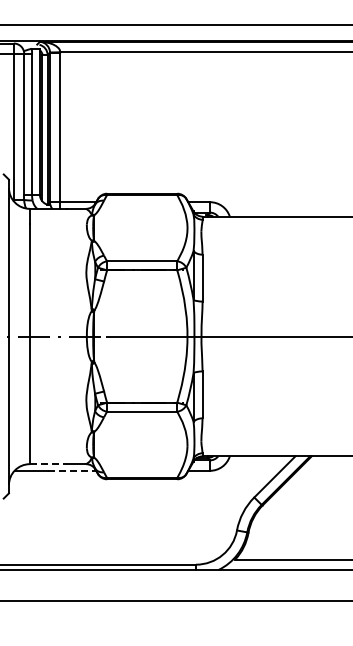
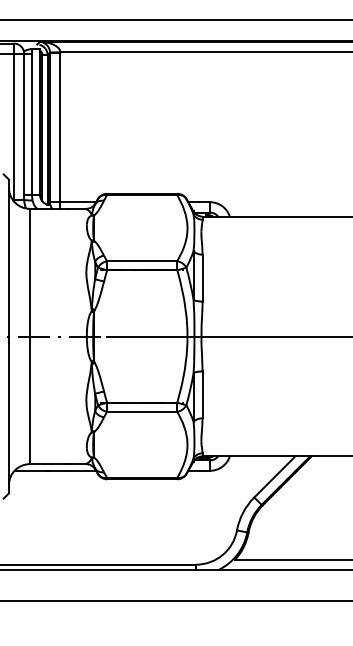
line at (175, 25) position: (175, 25) -> (175, 20)
line at (48, 464): dashed -> solid
line at (72, 470): dashed -> solid
